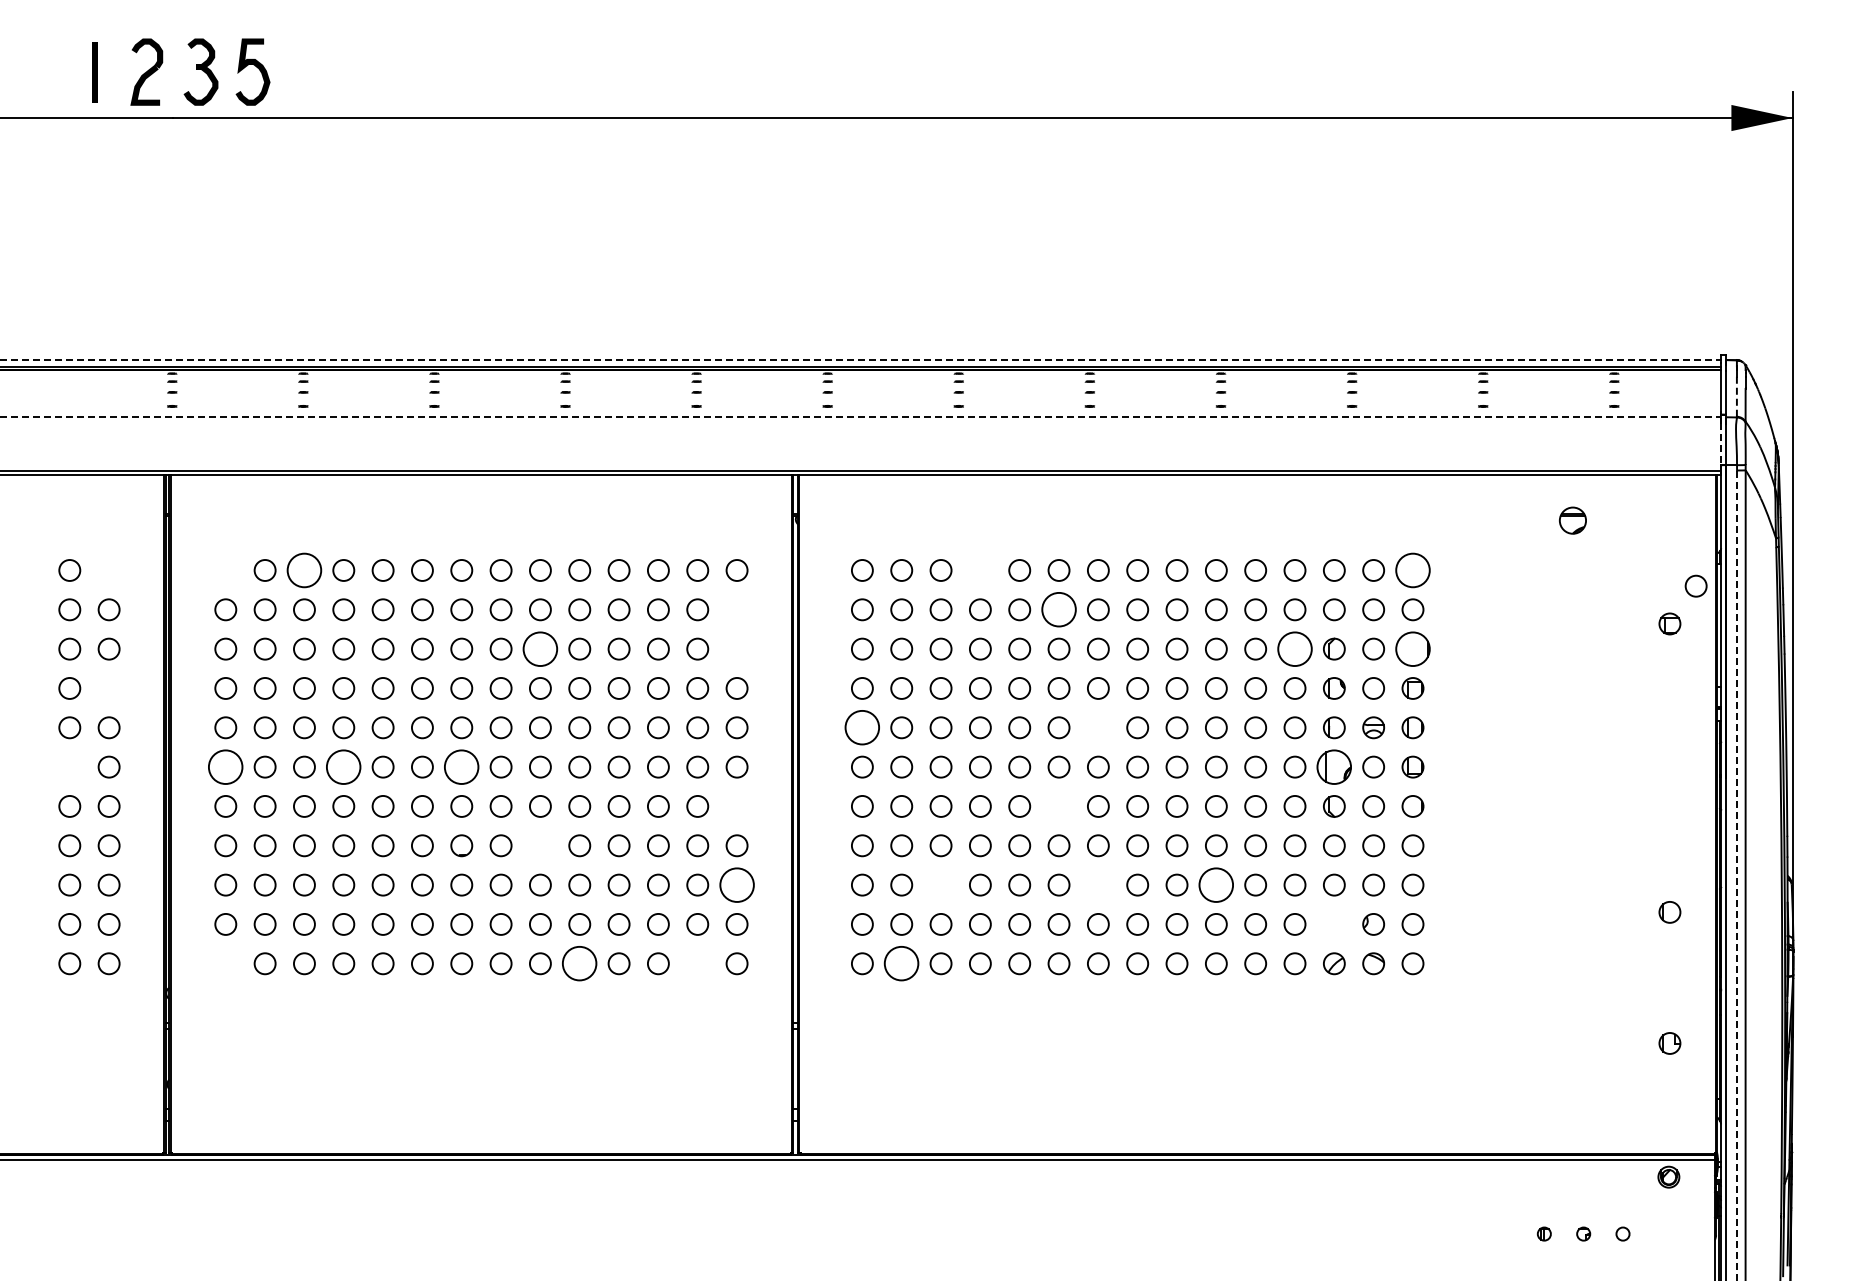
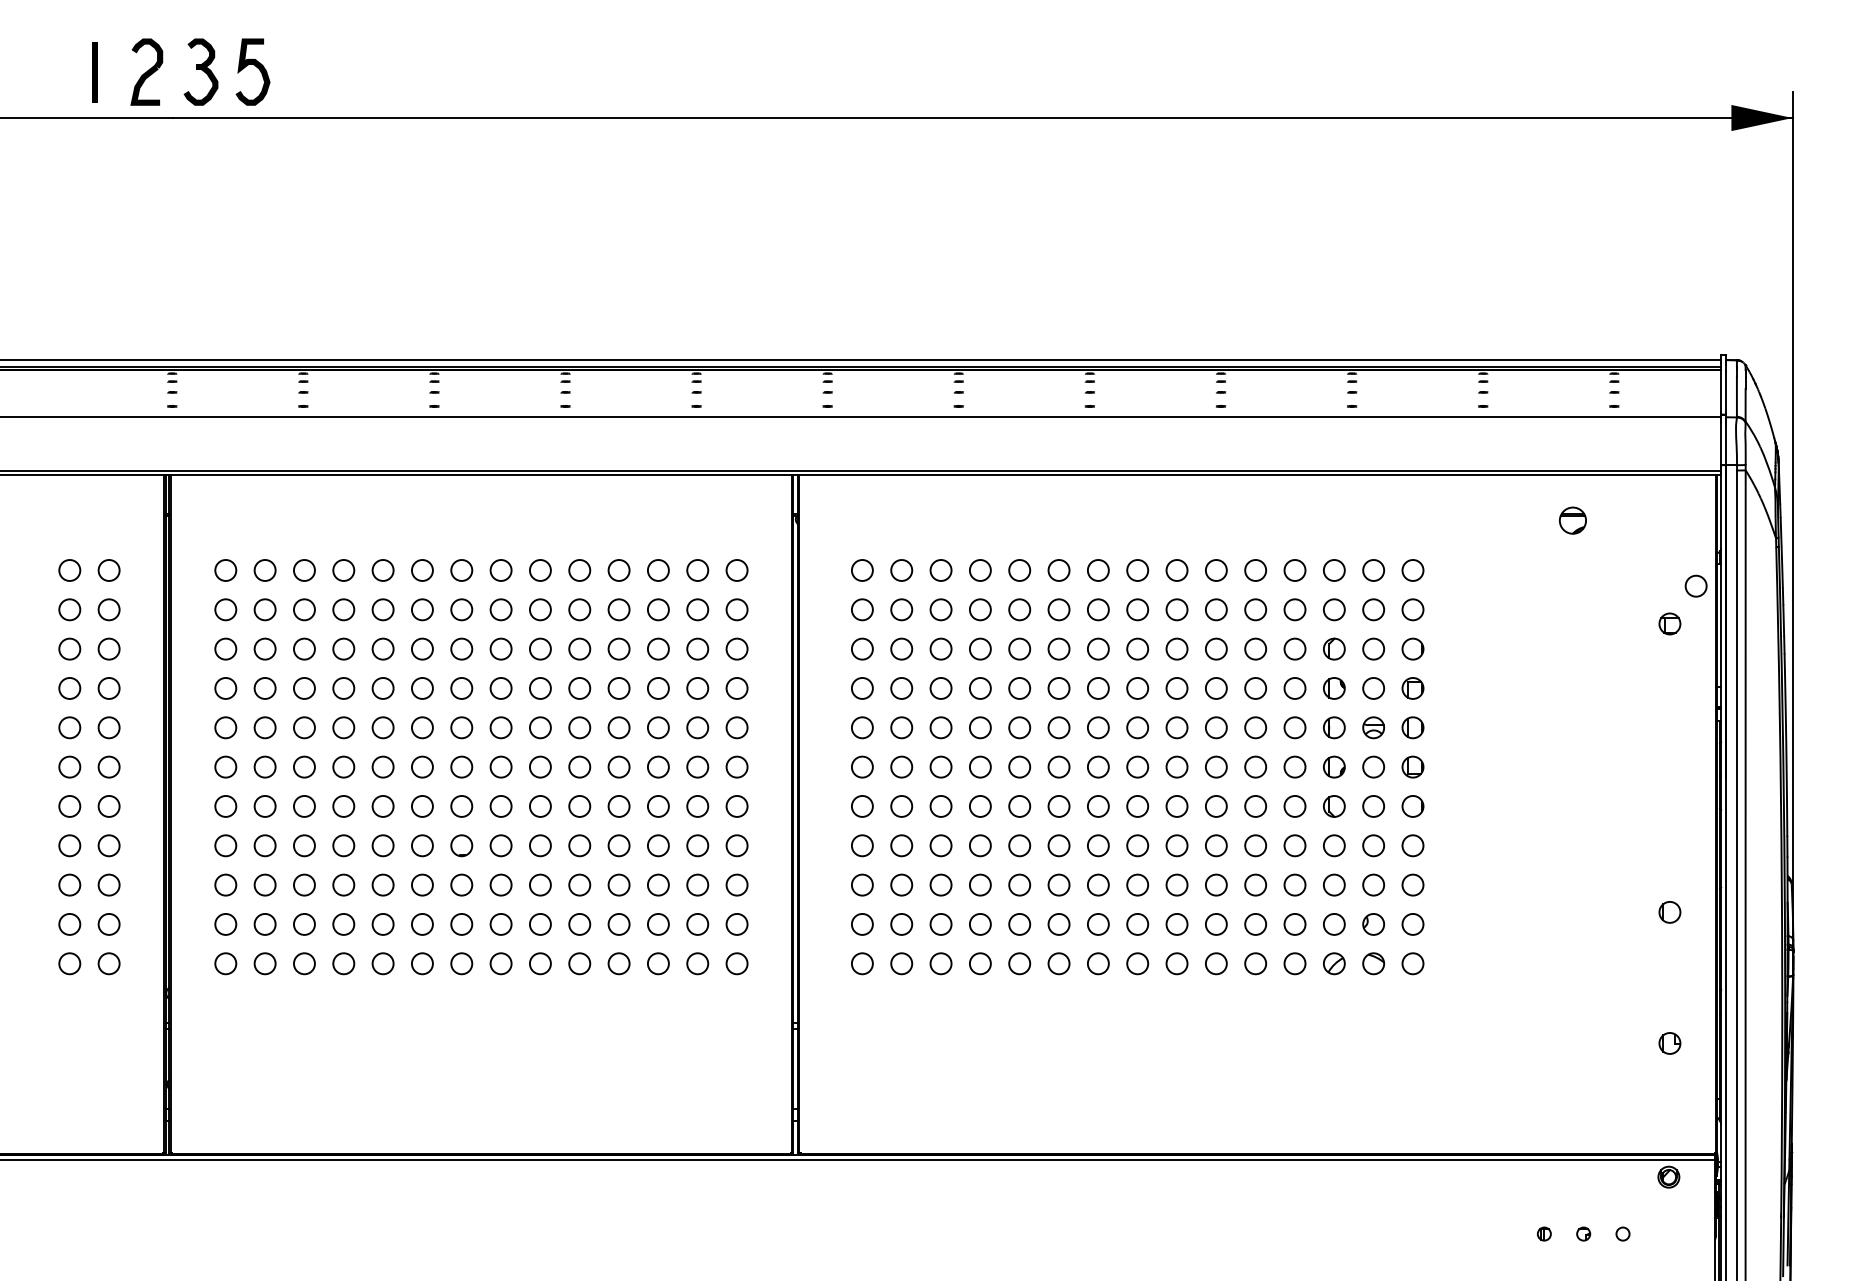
line at (861, 359): dashed -> solid
line at (1736, 396): dashed -> solid
line at (861, 416): dashed -> solid
line at (1721, 444): dashed -> solid
circle at (108, 570): none -> present
circle at (225, 570): none -> present
circle at (304, 570) size: 37x37 px -> 23x23 px
circle at (980, 570): none -> present
circle at (1412, 570) size: 36x37 px -> 24x23 px
circle at (736, 609): none -> present
circle at (1058, 609) size: 36x36 px -> 24x24 px
circle at (540, 648) size: 37x36 px -> 23x24 px
circle at (736, 648): none -> present
circle at (1294, 648) size: 36x36 px -> 24x24 px
part at (1412, 648) size: 36x36 px -> 24x24 px
circle at (108, 688): none -> present
circle at (861, 727) size: 36x36 px -> 23x24 px
circle at (1098, 727): none -> present
circle at (69, 766): none -> present
circle at (225, 766) size: 36x36 px -> 24x24 px
circle at (343, 766) size: 36x36 px -> 24x24 px
circle at (461, 766) size: 36x36 px -> 24x24 px
part at (1333, 766) size: 36x36 px -> 23x24 px
circle at (736, 806): none -> present
circle at (1058, 806): none -> present
circle at (540, 845): none -> present
line at (1737, 875): dashed -> solid
circle at (736, 884) size: 36x36 px -> 24x24 px
circle at (940, 884): none -> present
circle at (1098, 884): none -> present
circle at (1215, 884) size: 36x36 px -> 23x24 px
circle at (1334, 924): none -> present
circle at (225, 963): none -> present
circle at (579, 963) size: 36x36 px -> 24x24 px
circle at (697, 963): none -> present
circle at (901, 963) size: 37x36 px -> 24x24 px
